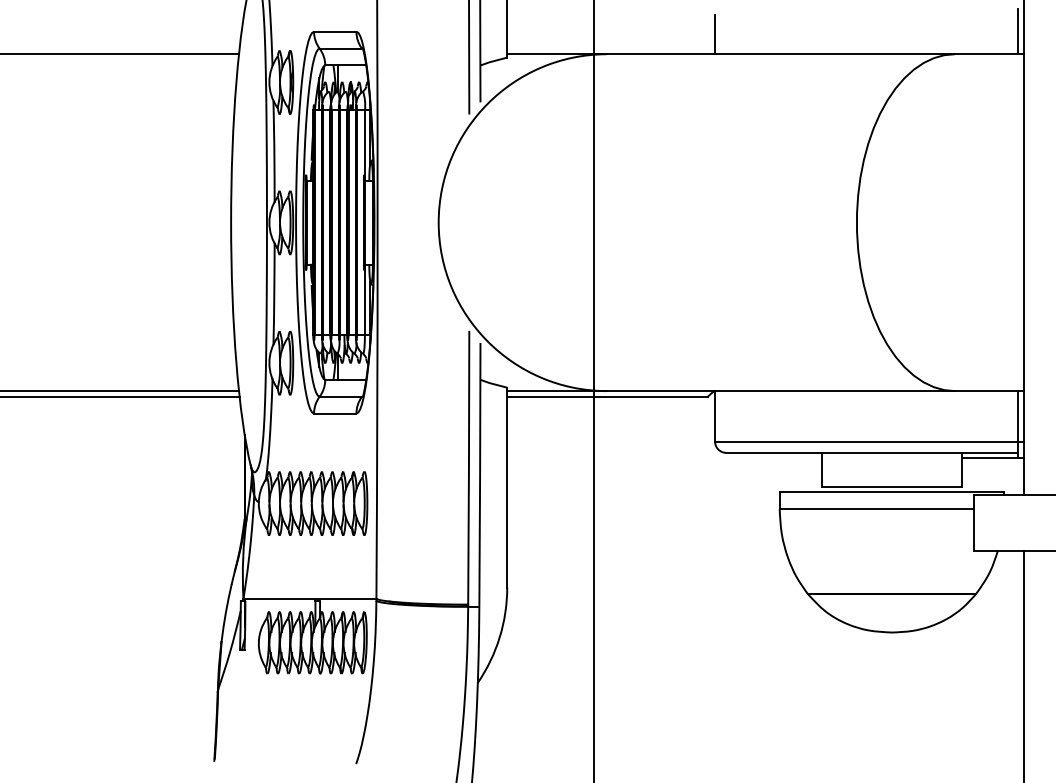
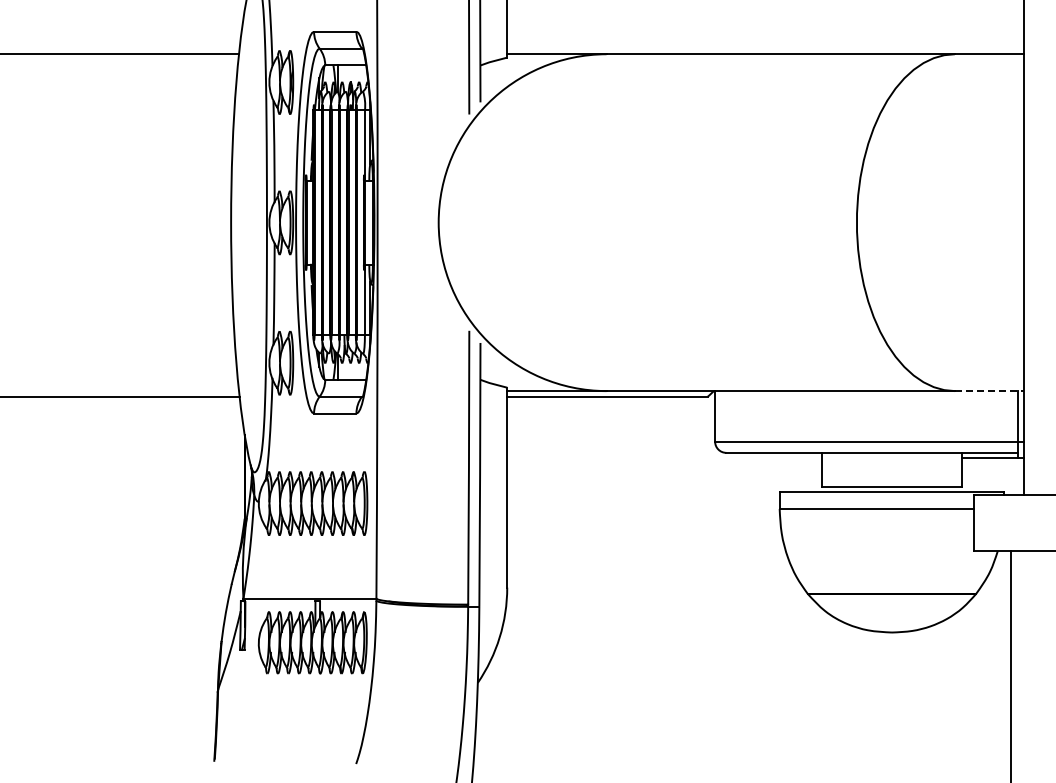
line at (1018, 31): present -> none
line at (715, 34): present -> none
line at (594, 390): present -> none
line at (120, 391): present -> none
line at (989, 391): solid -> dashed
line at (1024, 665) position: (1024, 665) -> (1011, 665)
